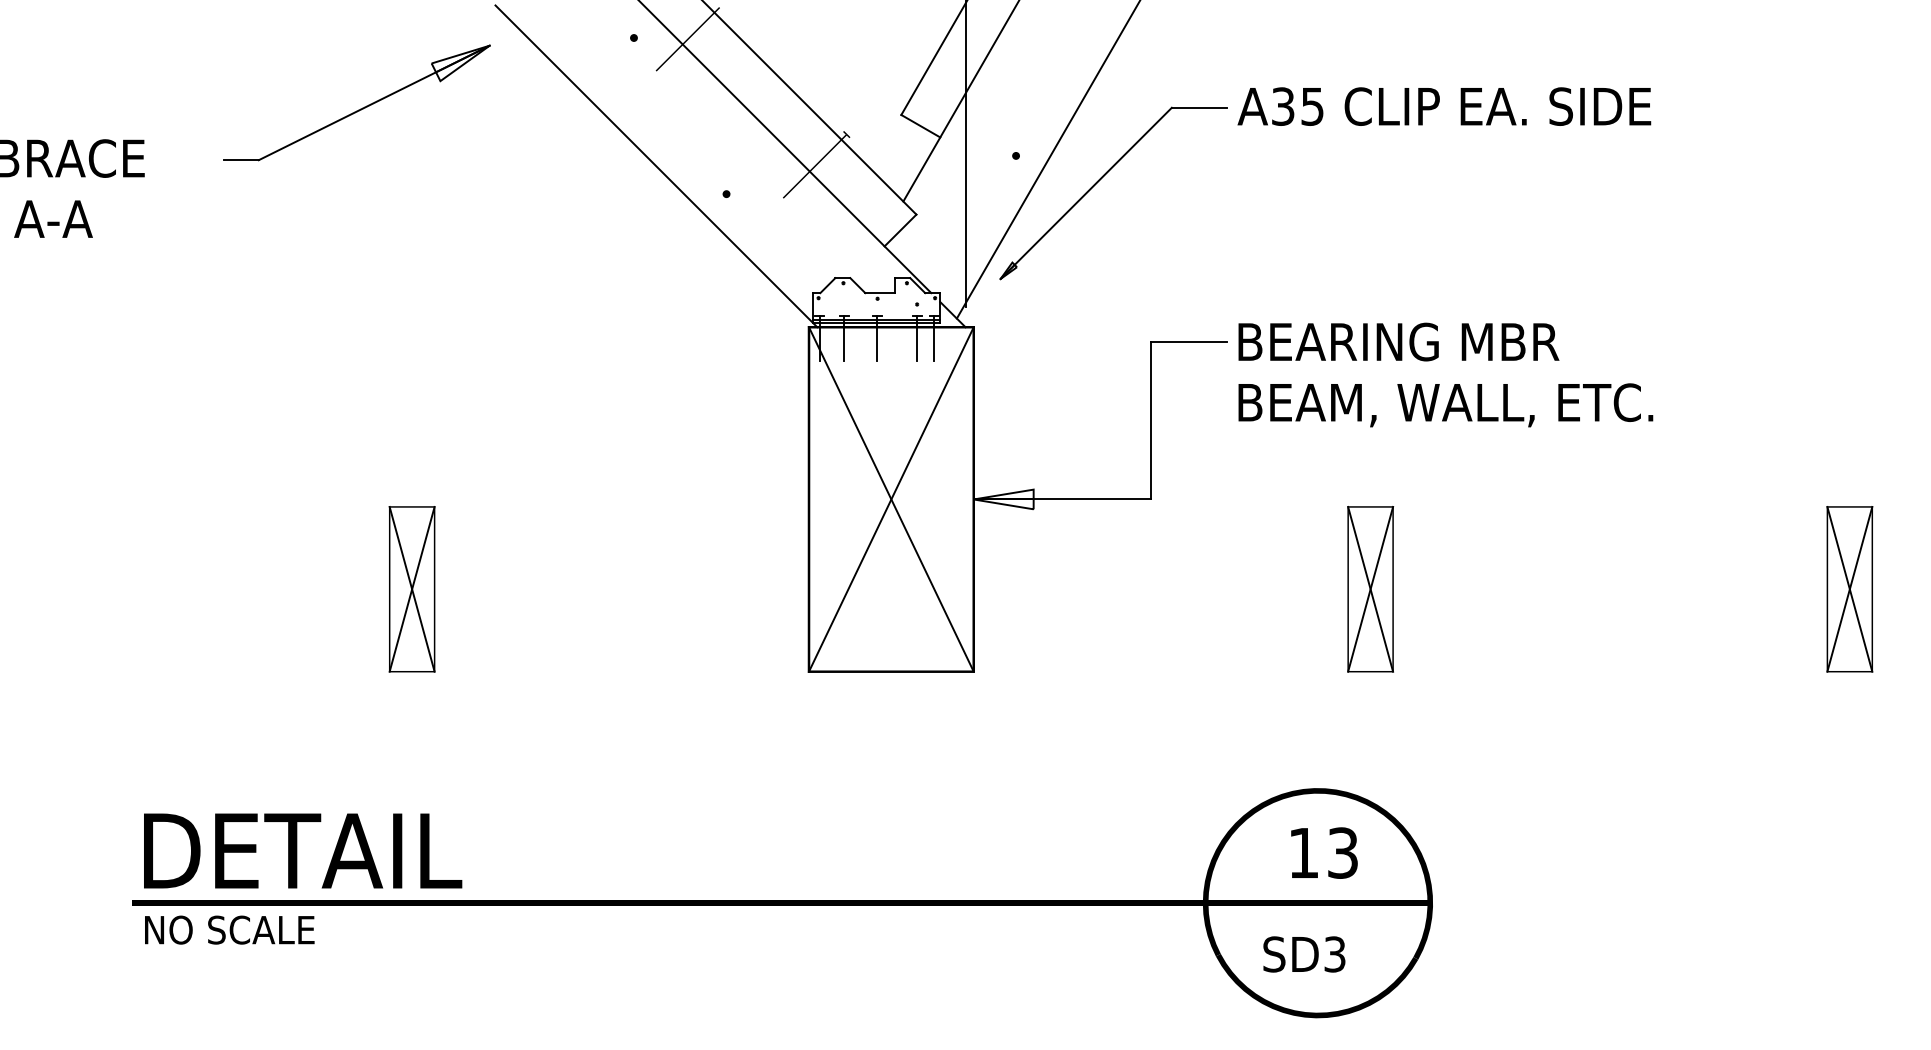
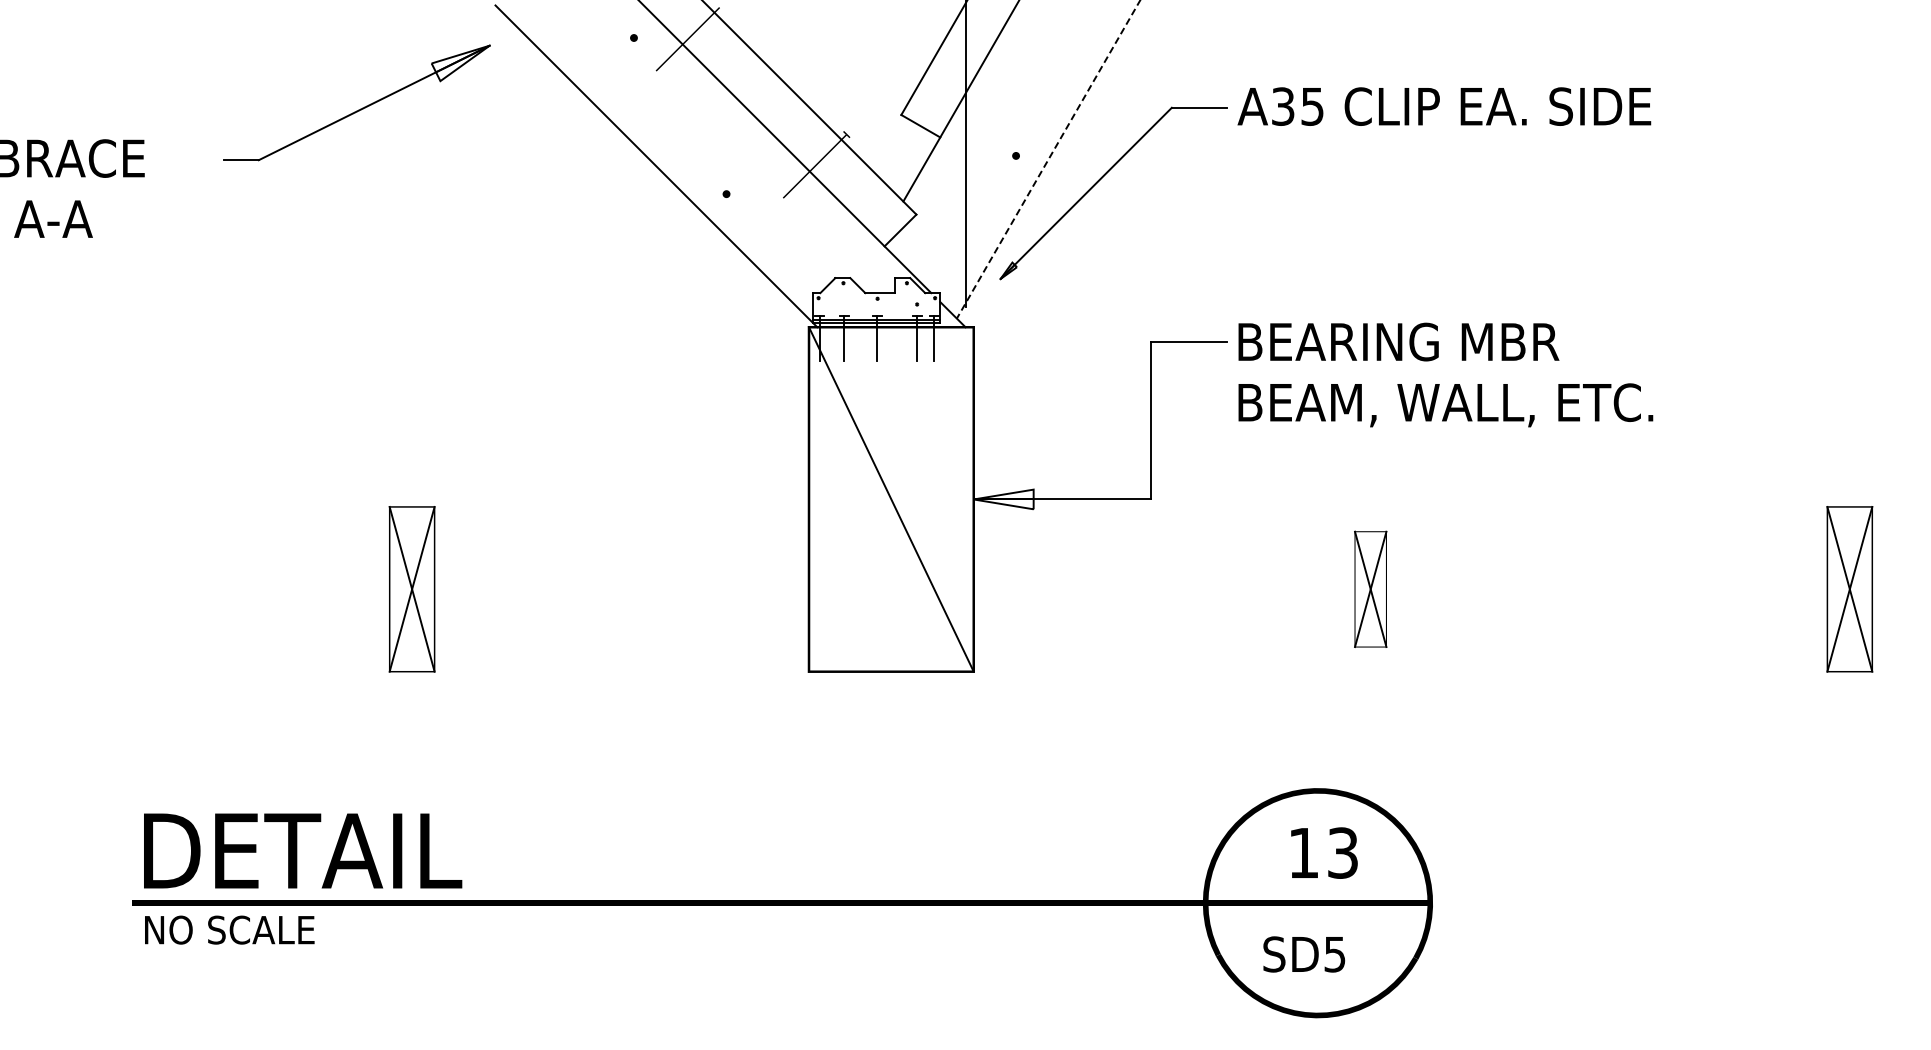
line at (1048, 159): solid -> dashed
line at (891, 499): present -> none
part at (1370, 589) size: 48x167 px -> 34x118 px
text at (1335, 953): SD3 -> SD5
